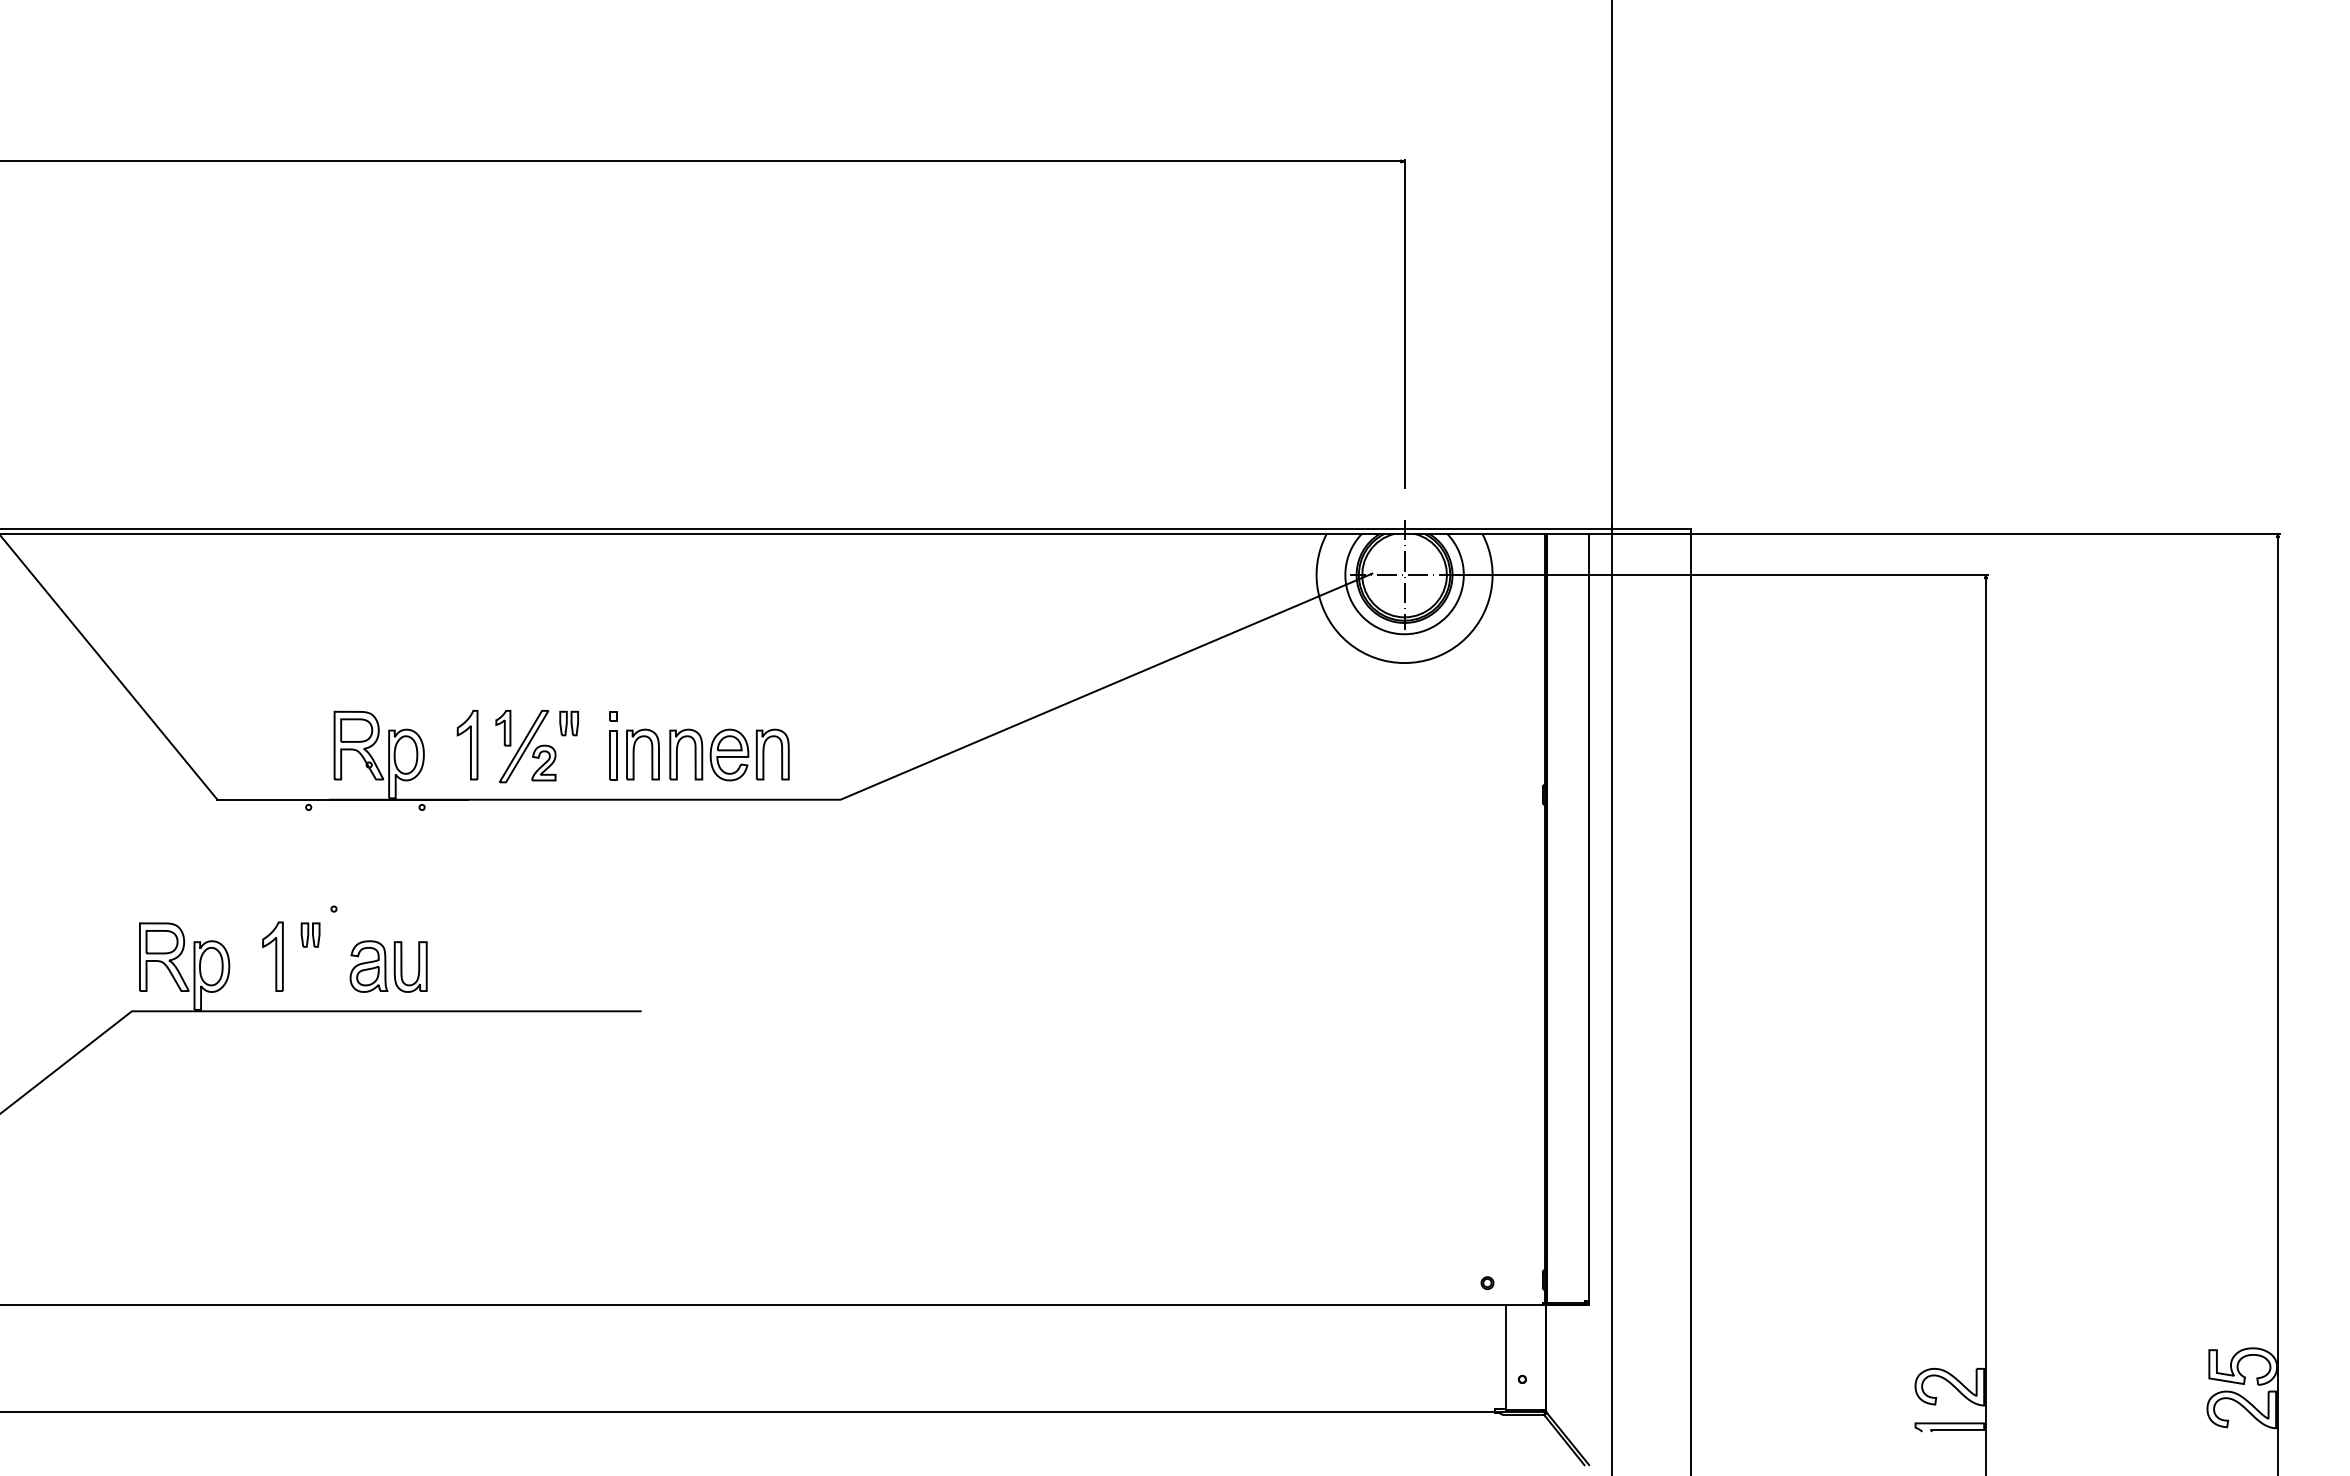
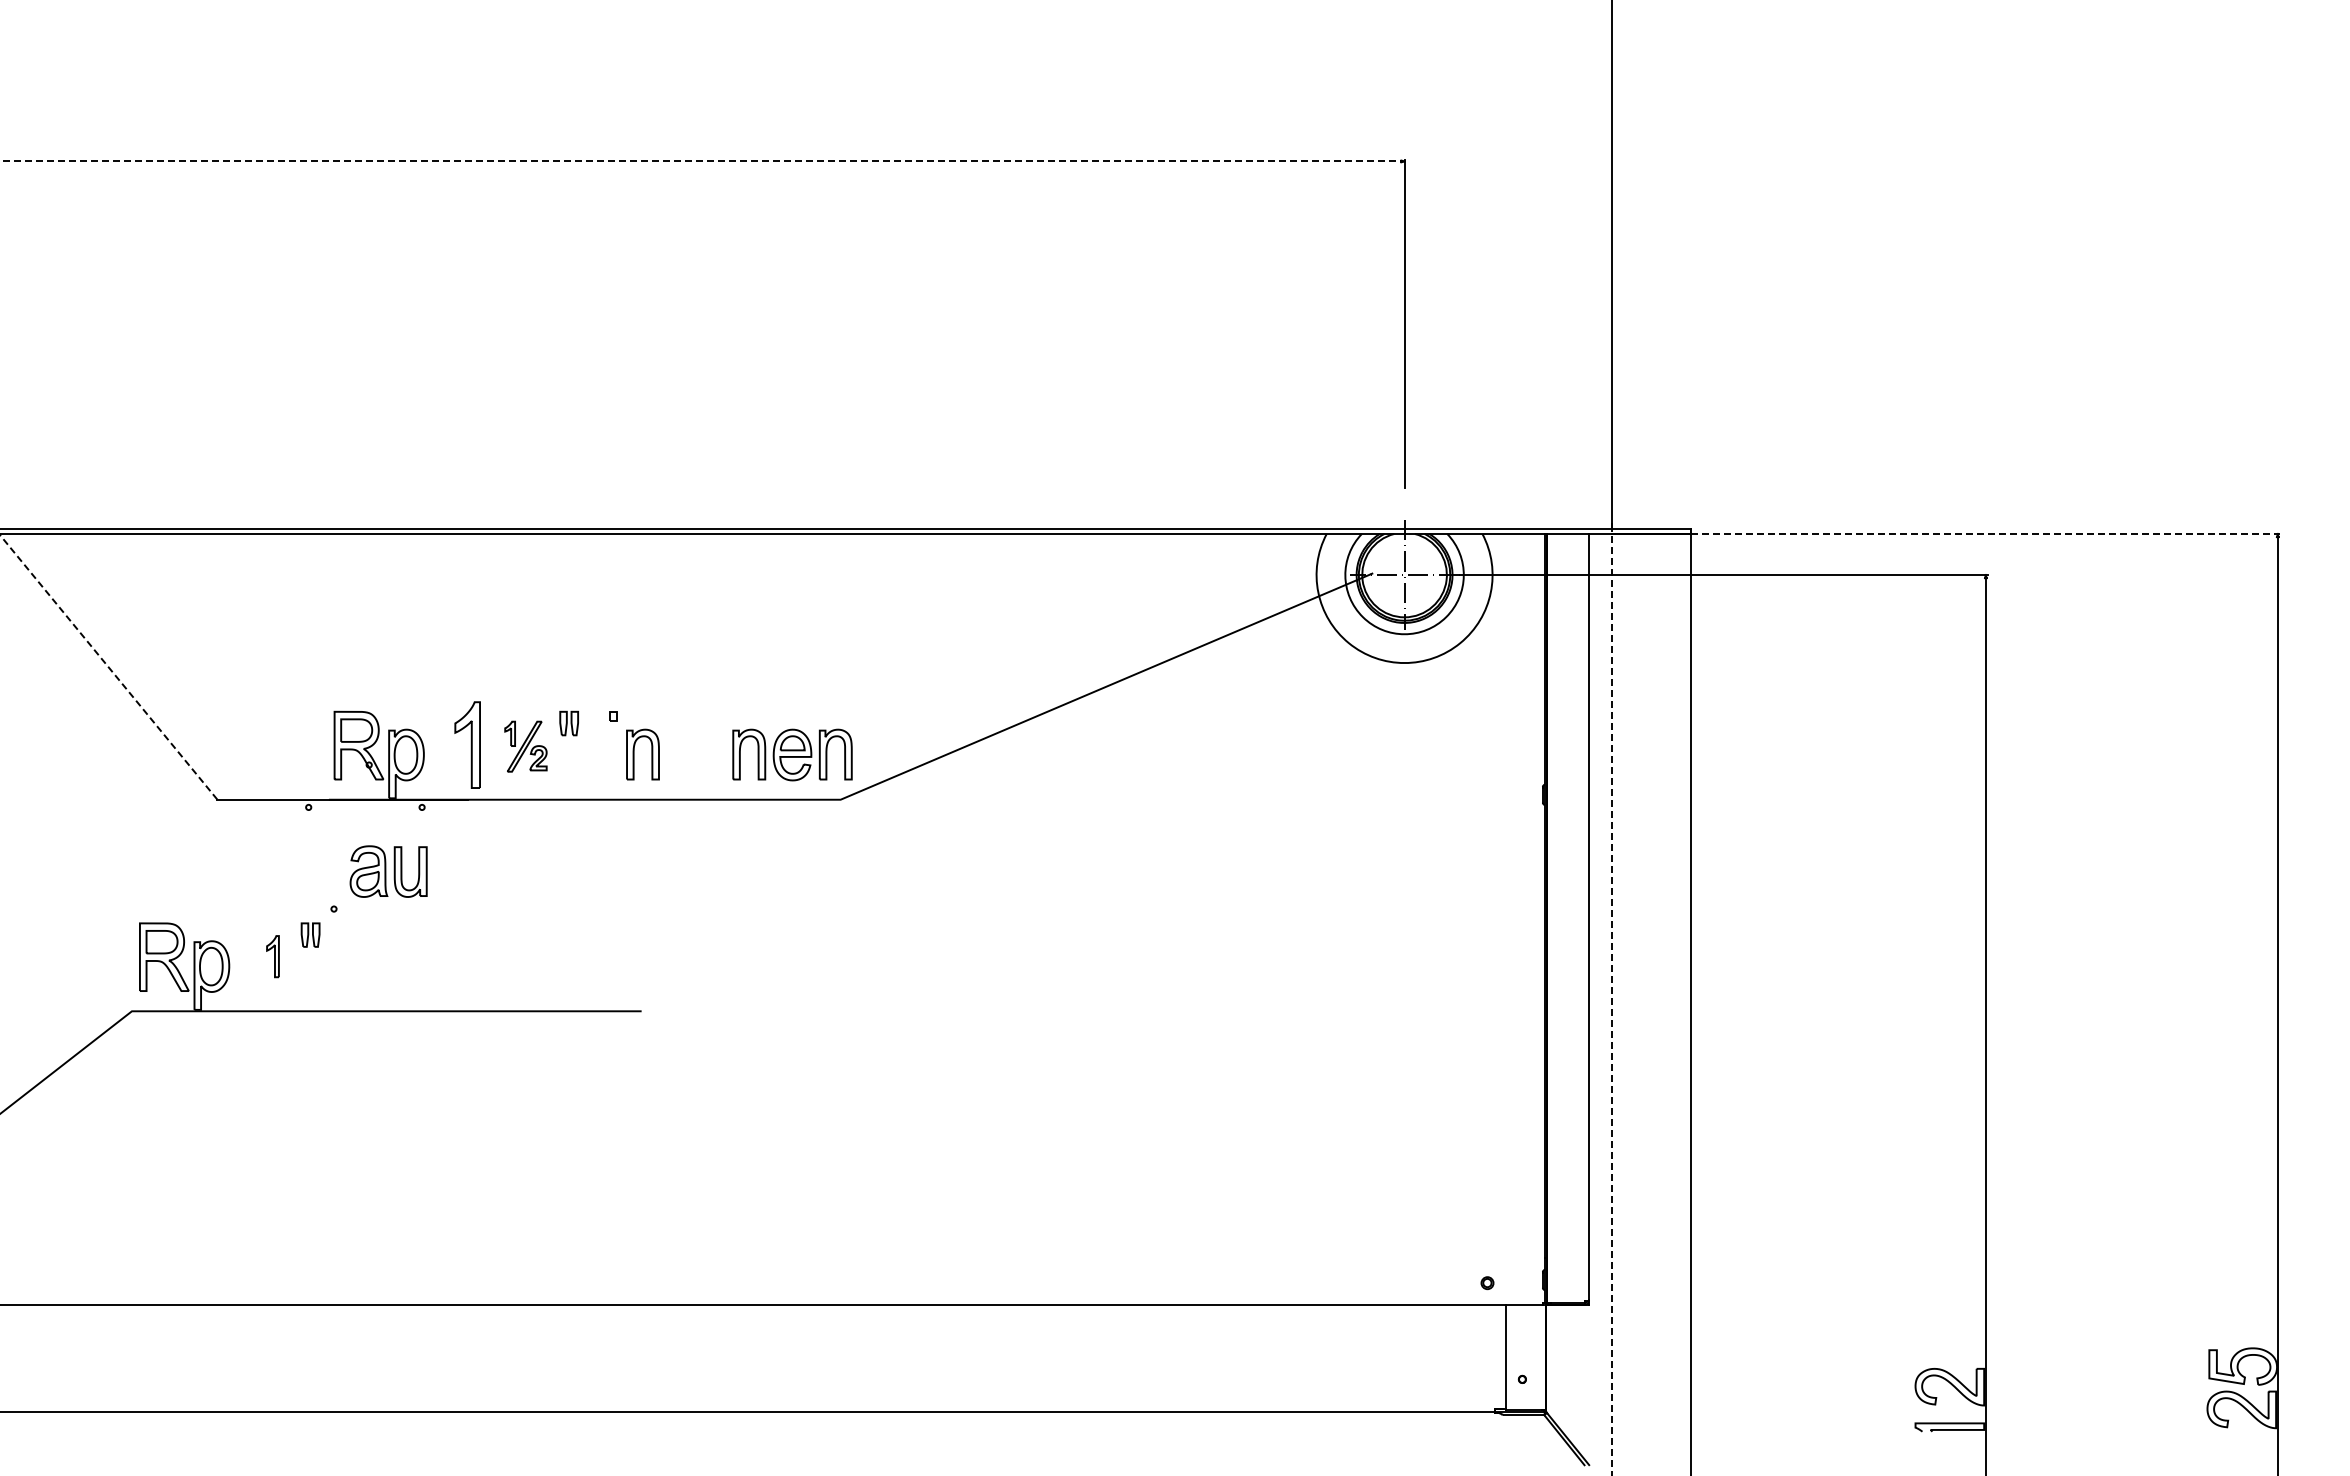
line at (700, 161): solid -> dashed
line at (1985, 533): solid -> dashed
line at (109, 667): solid -> dashed
part at (467, 745) size: 23x71 px -> 27x88 px
part at (525, 746) size: 62x74 px -> 44x53 px
part at (729, 754) position: (729, 754) -> (792, 754)
part at (613, 755): present -> none
part at (272, 956) size: 22x71 px -> 14x44 px
part at (388, 966) position: (388, 966) -> (388, 871)
line at (1611, 1000): solid -> dashed
